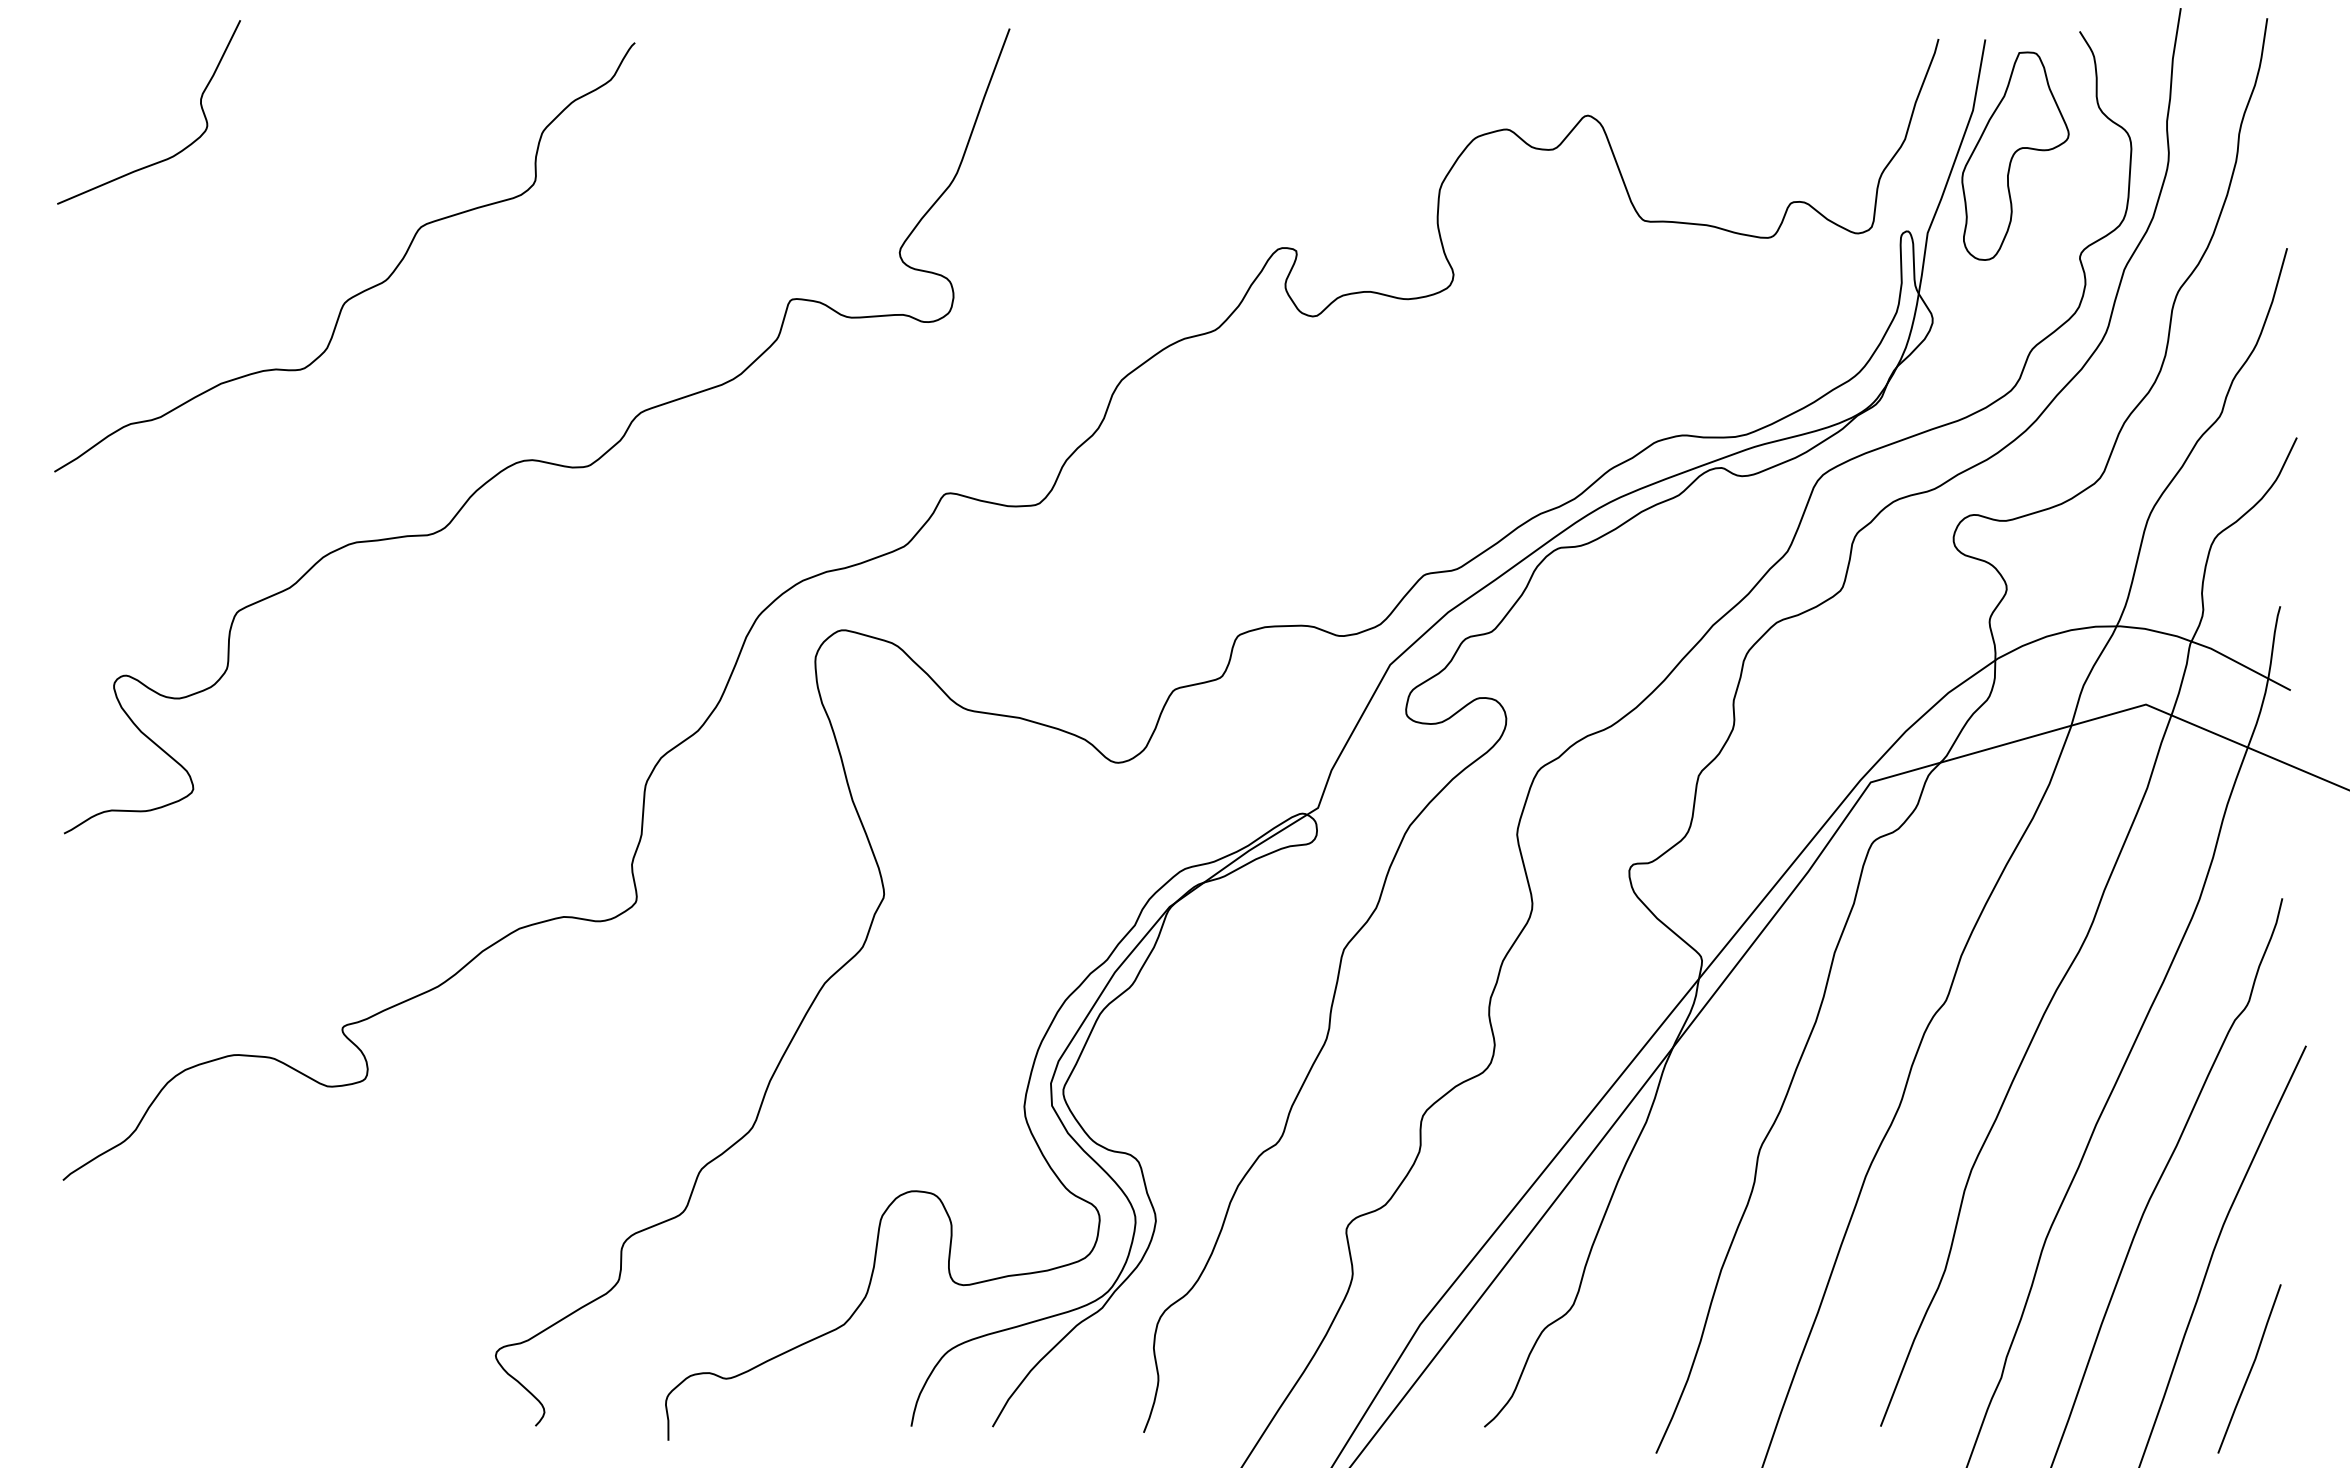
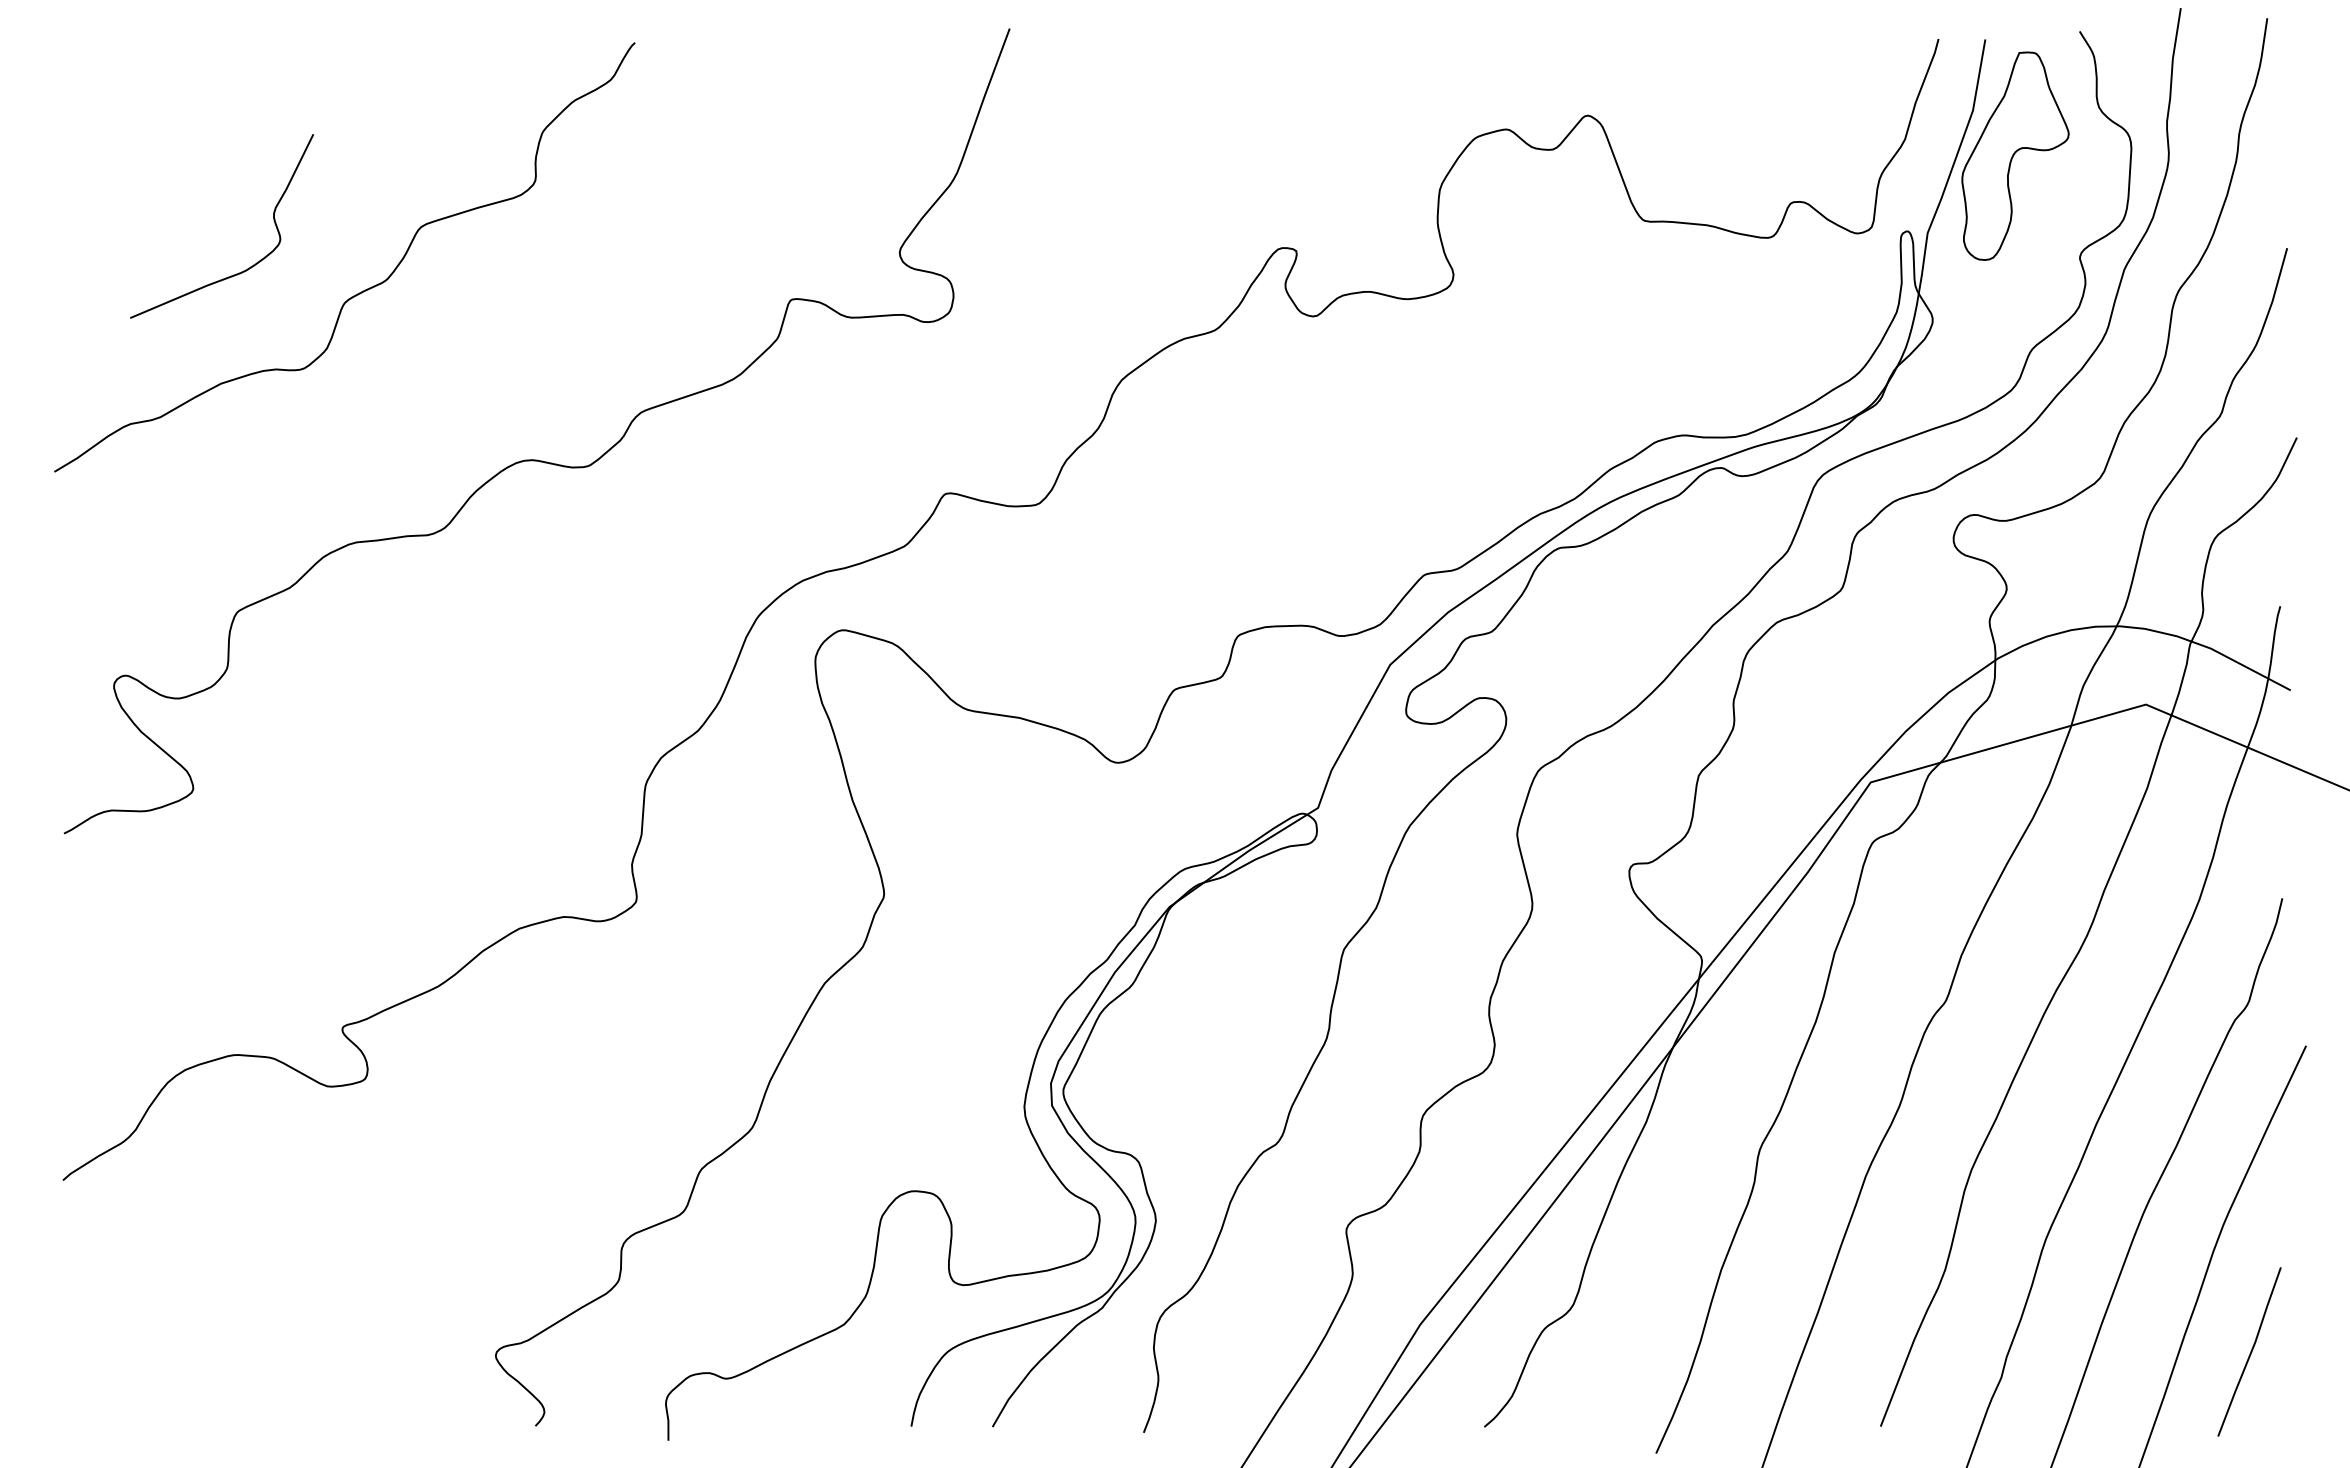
curve at (170, 156) position: (170, 156) -> (243, 270)
line at (2250, 1368) position: (2250, 1368) -> (2250, 1351)
